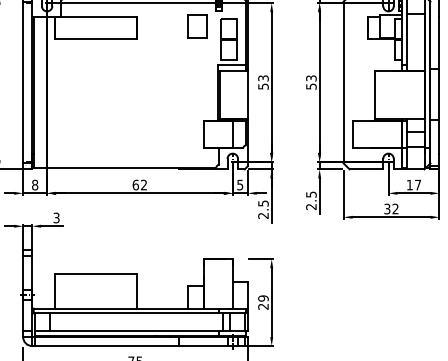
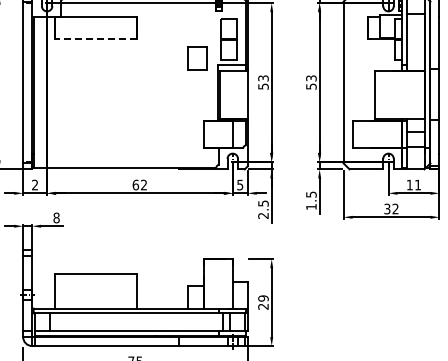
part at (197, 26) position: (197, 26) -> (197, 58)
line at (95, 39): solid -> dashed
text at (35, 184): 8 -> 2
text at (417, 184): 17 -> 11
text at (311, 207): 2.5 -> 1.5
text at (56, 217): 3 -> 8
